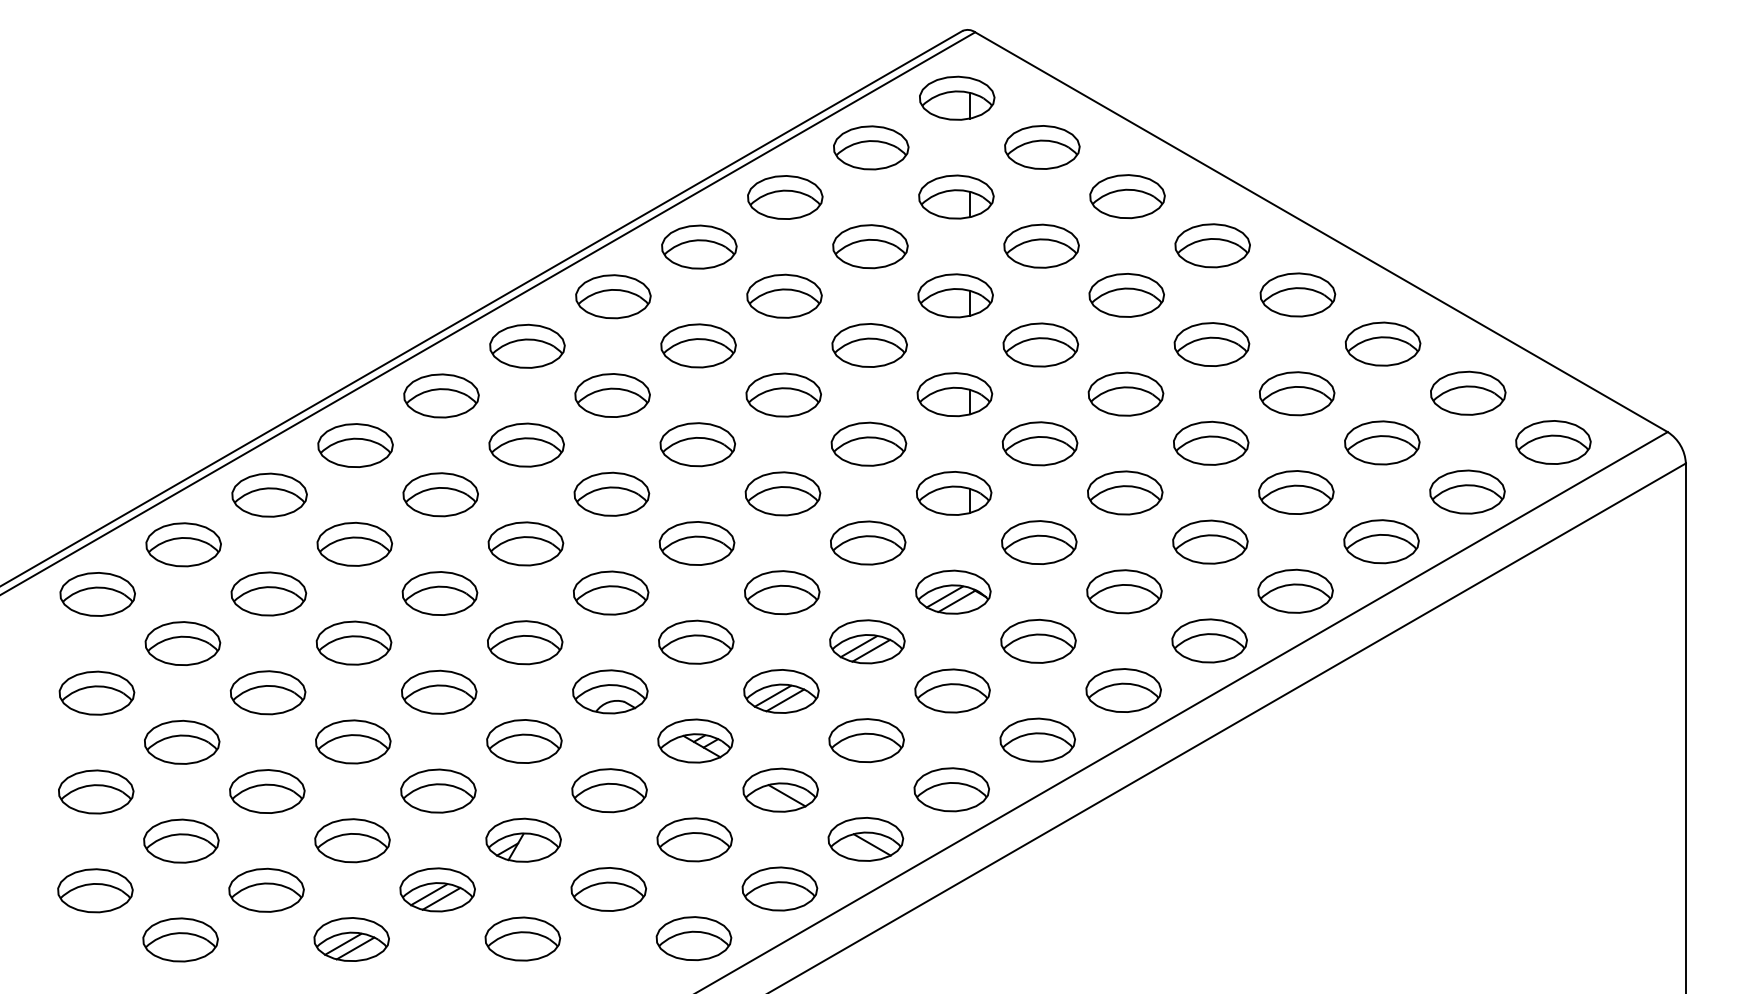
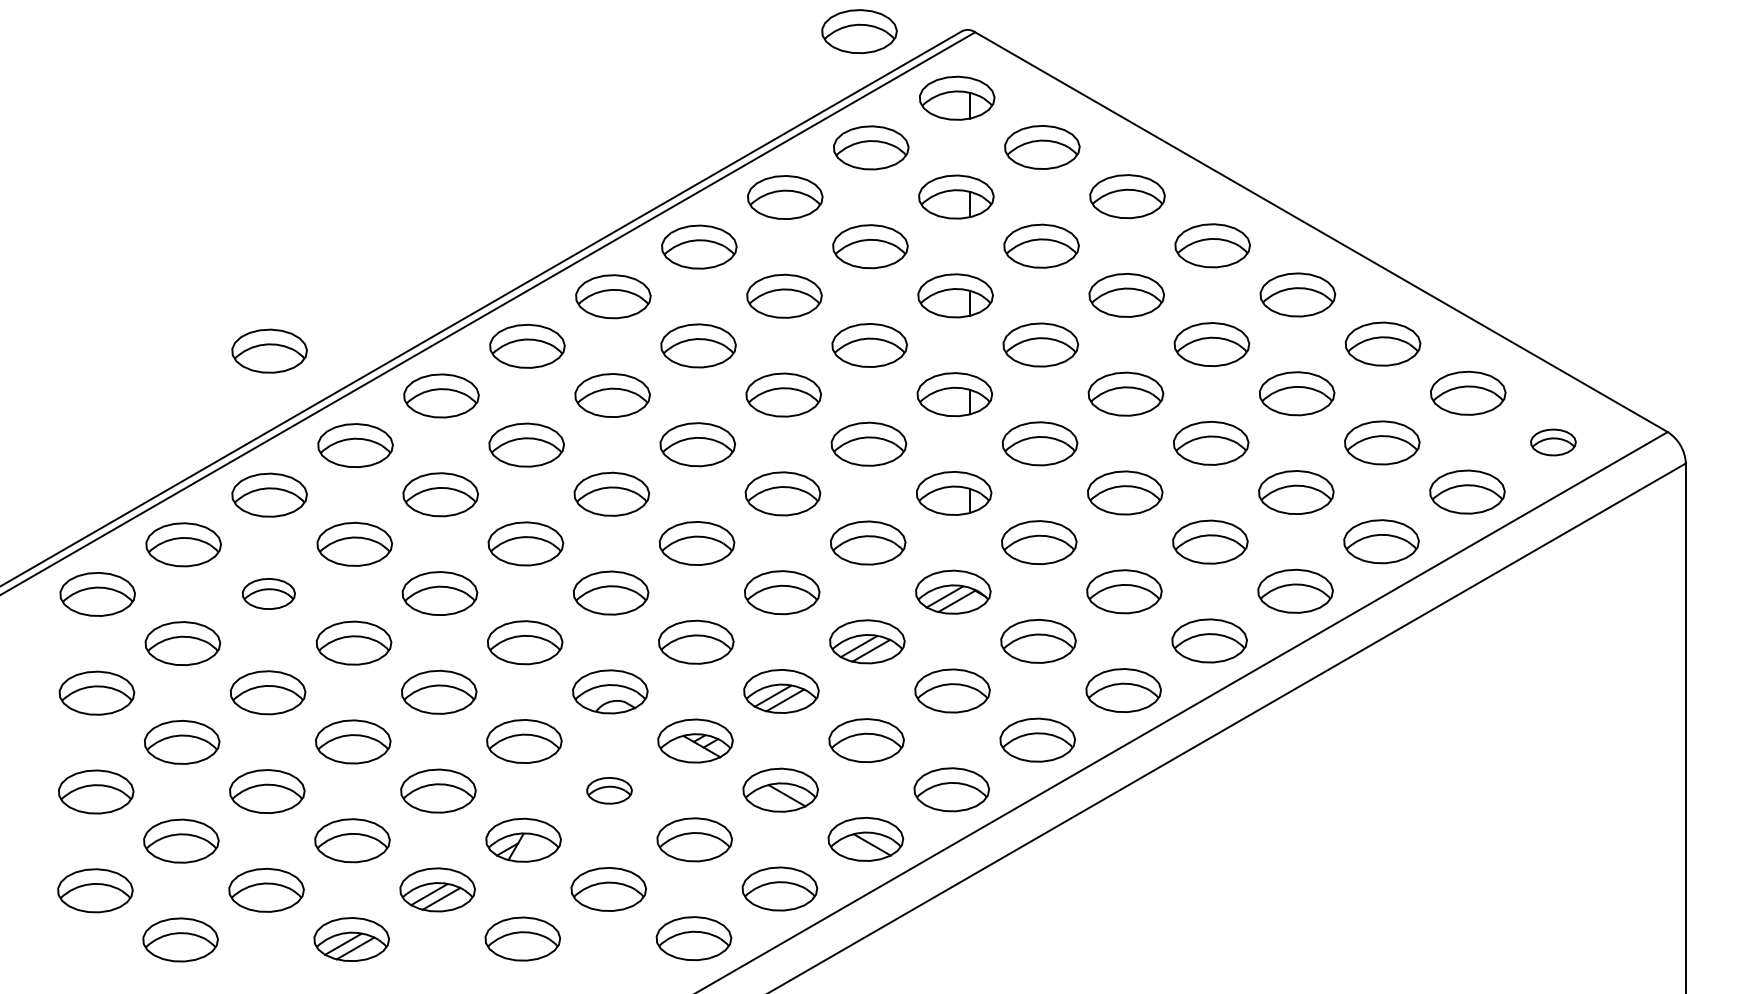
part at (859, 31): none -> present
part at (269, 350): none -> present
part at (1553, 442) size: 77x45 px -> 47x29 px
part at (268, 593) size: 78x46 px -> 55x32 px
part at (609, 790) size: 77x46 px -> 47x28 px
